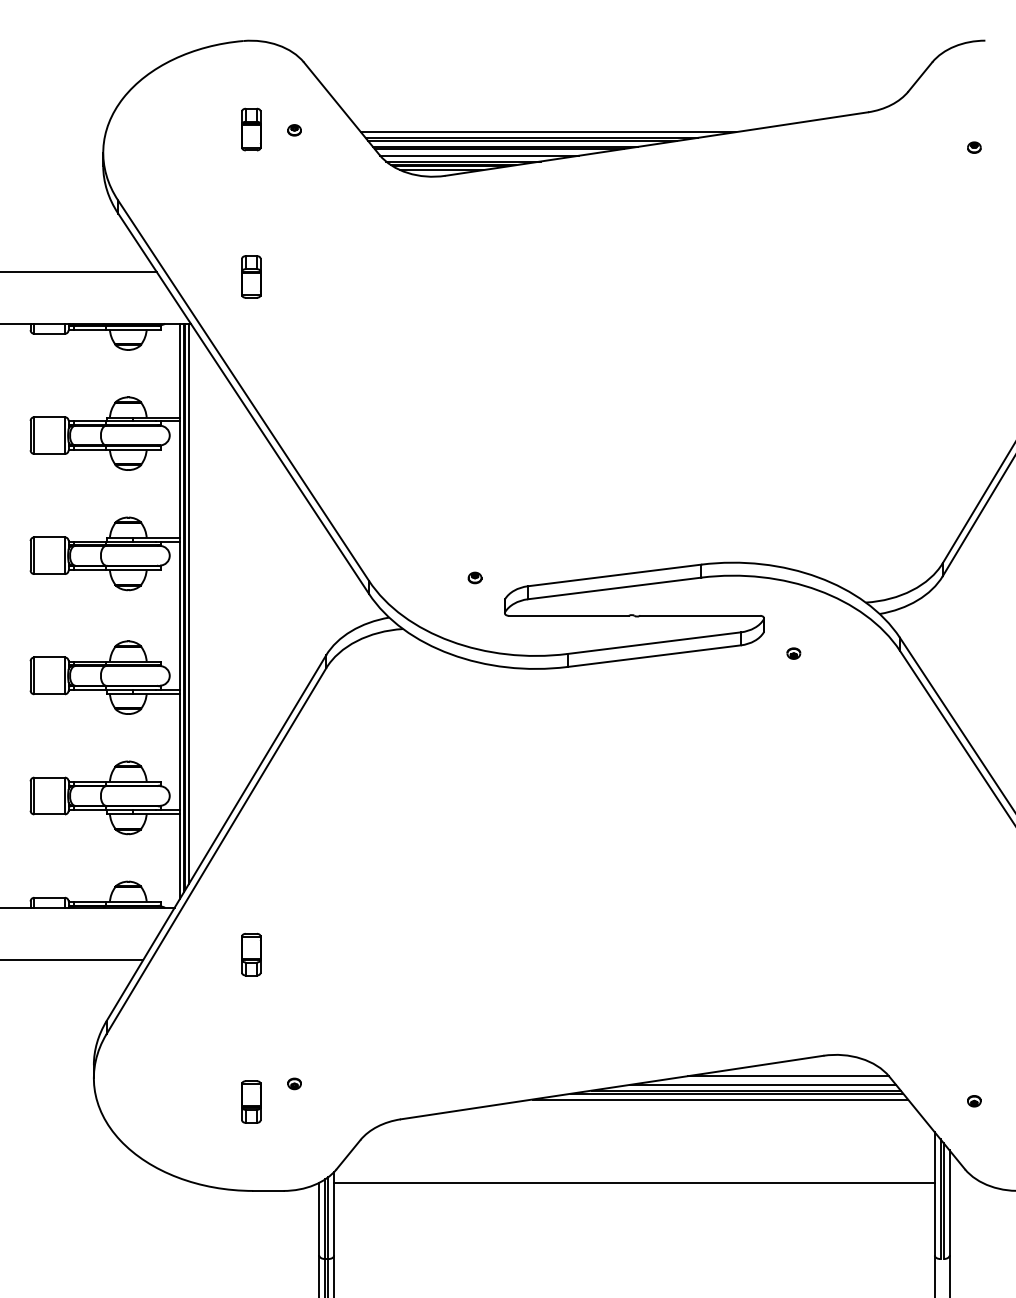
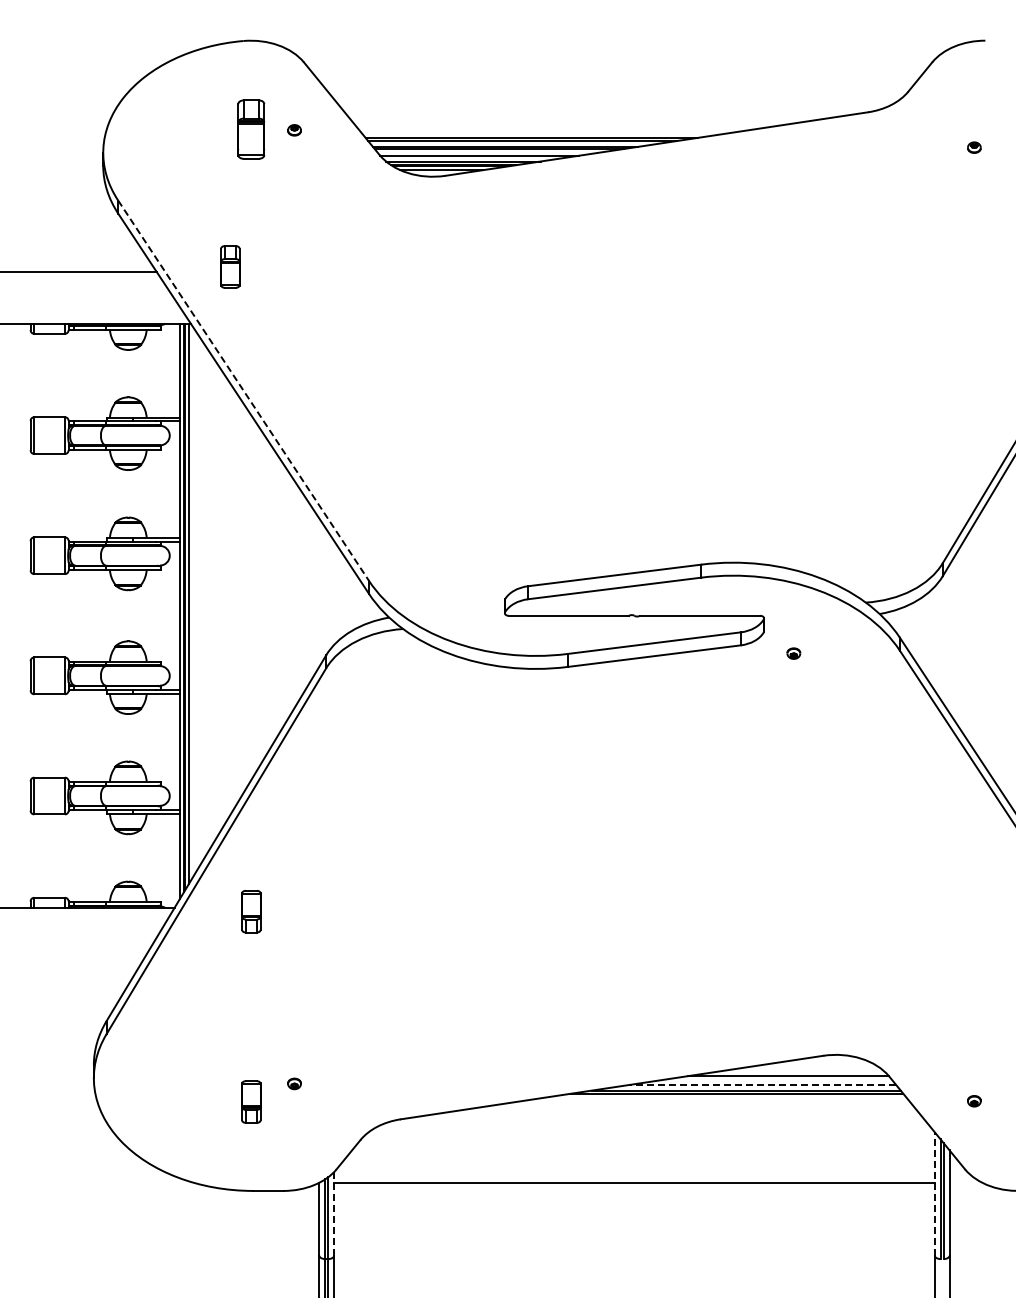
part at (251, 129) size: 21x45 px -> 29x61 px
line at (548, 132): present -> none
part at (251, 276) position: (251, 276) -> (230, 266)
line at (243, 390): solid -> dashed
part at (474, 577): present -> none
part at (251, 954) position: (251, 954) -> (251, 911)
line at (72, 959): present -> none
line at (763, 1084): solid -> dashed
line at (720, 1099): present -> none
line at (934, 1194): solid -> dashed
line at (334, 1213): solid -> dashed
